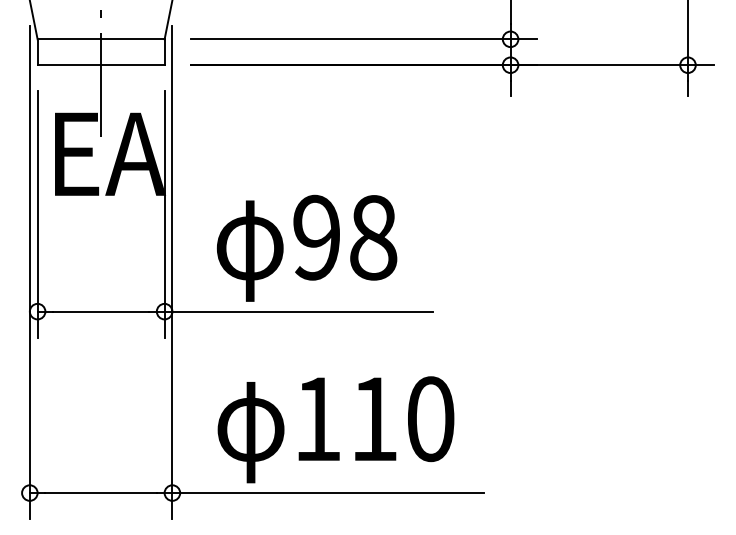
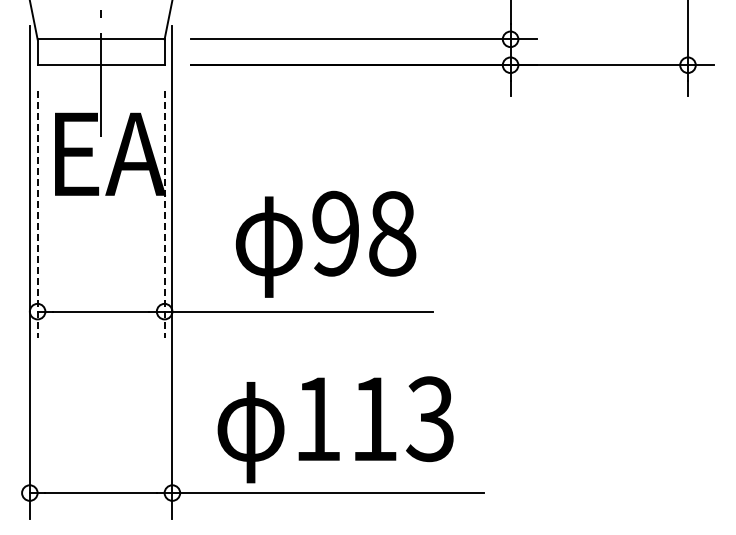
line at (37, 214): solid -> dashed
line at (164, 214): solid -> dashed
text at (306, 247) position: (306, 247) -> (325, 243)
text at (430, 419): 110 -> 113
